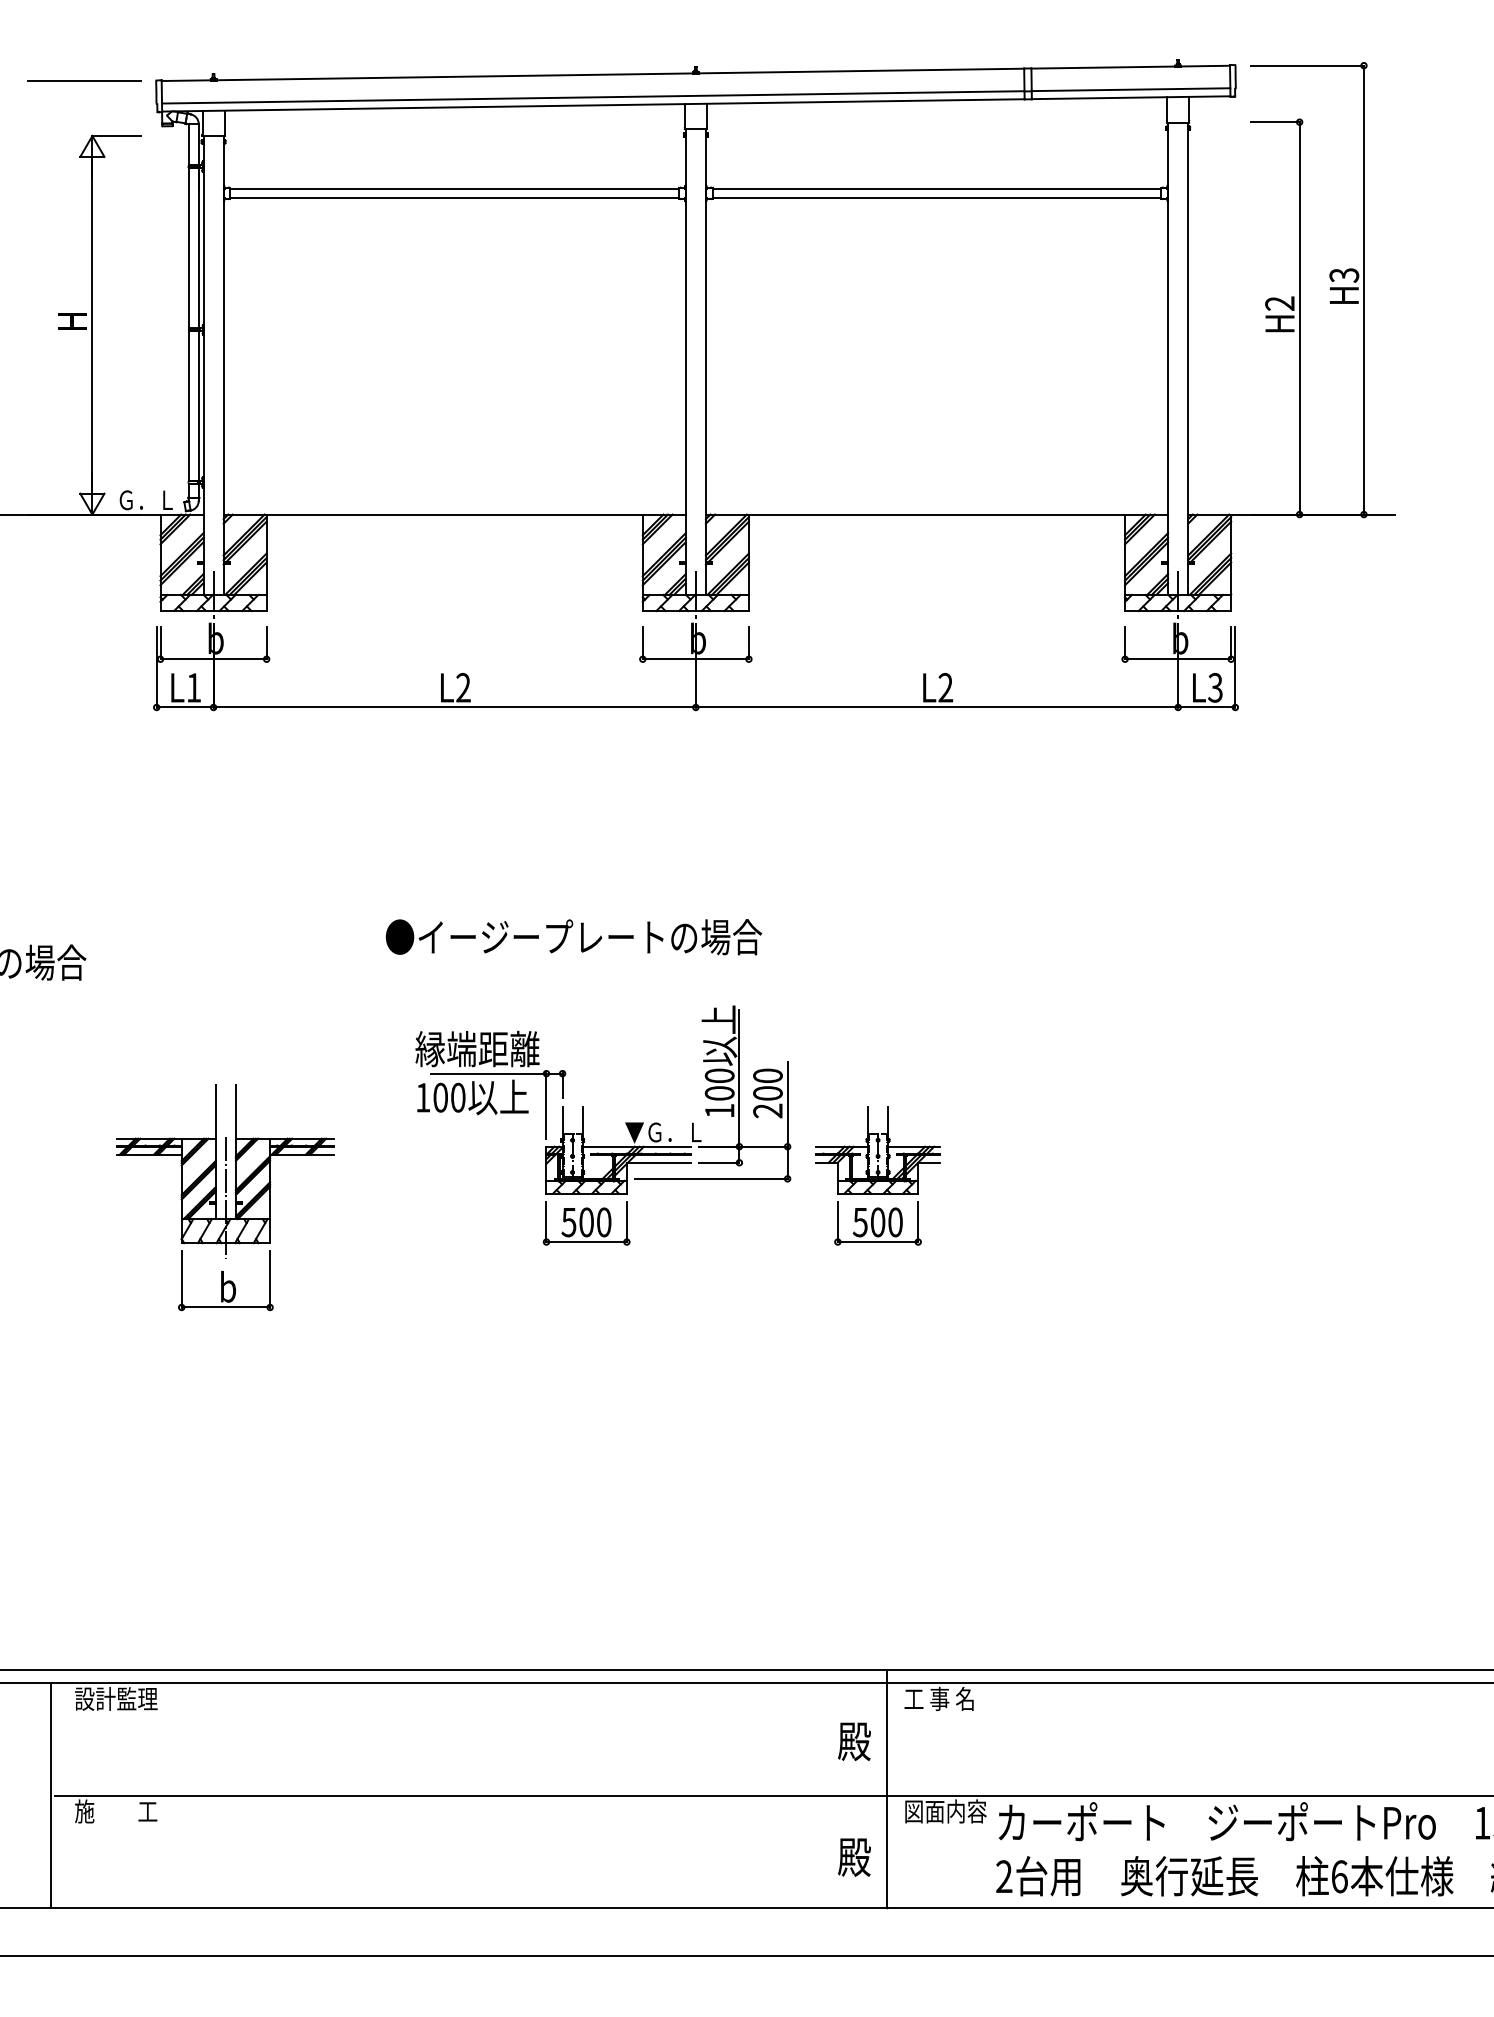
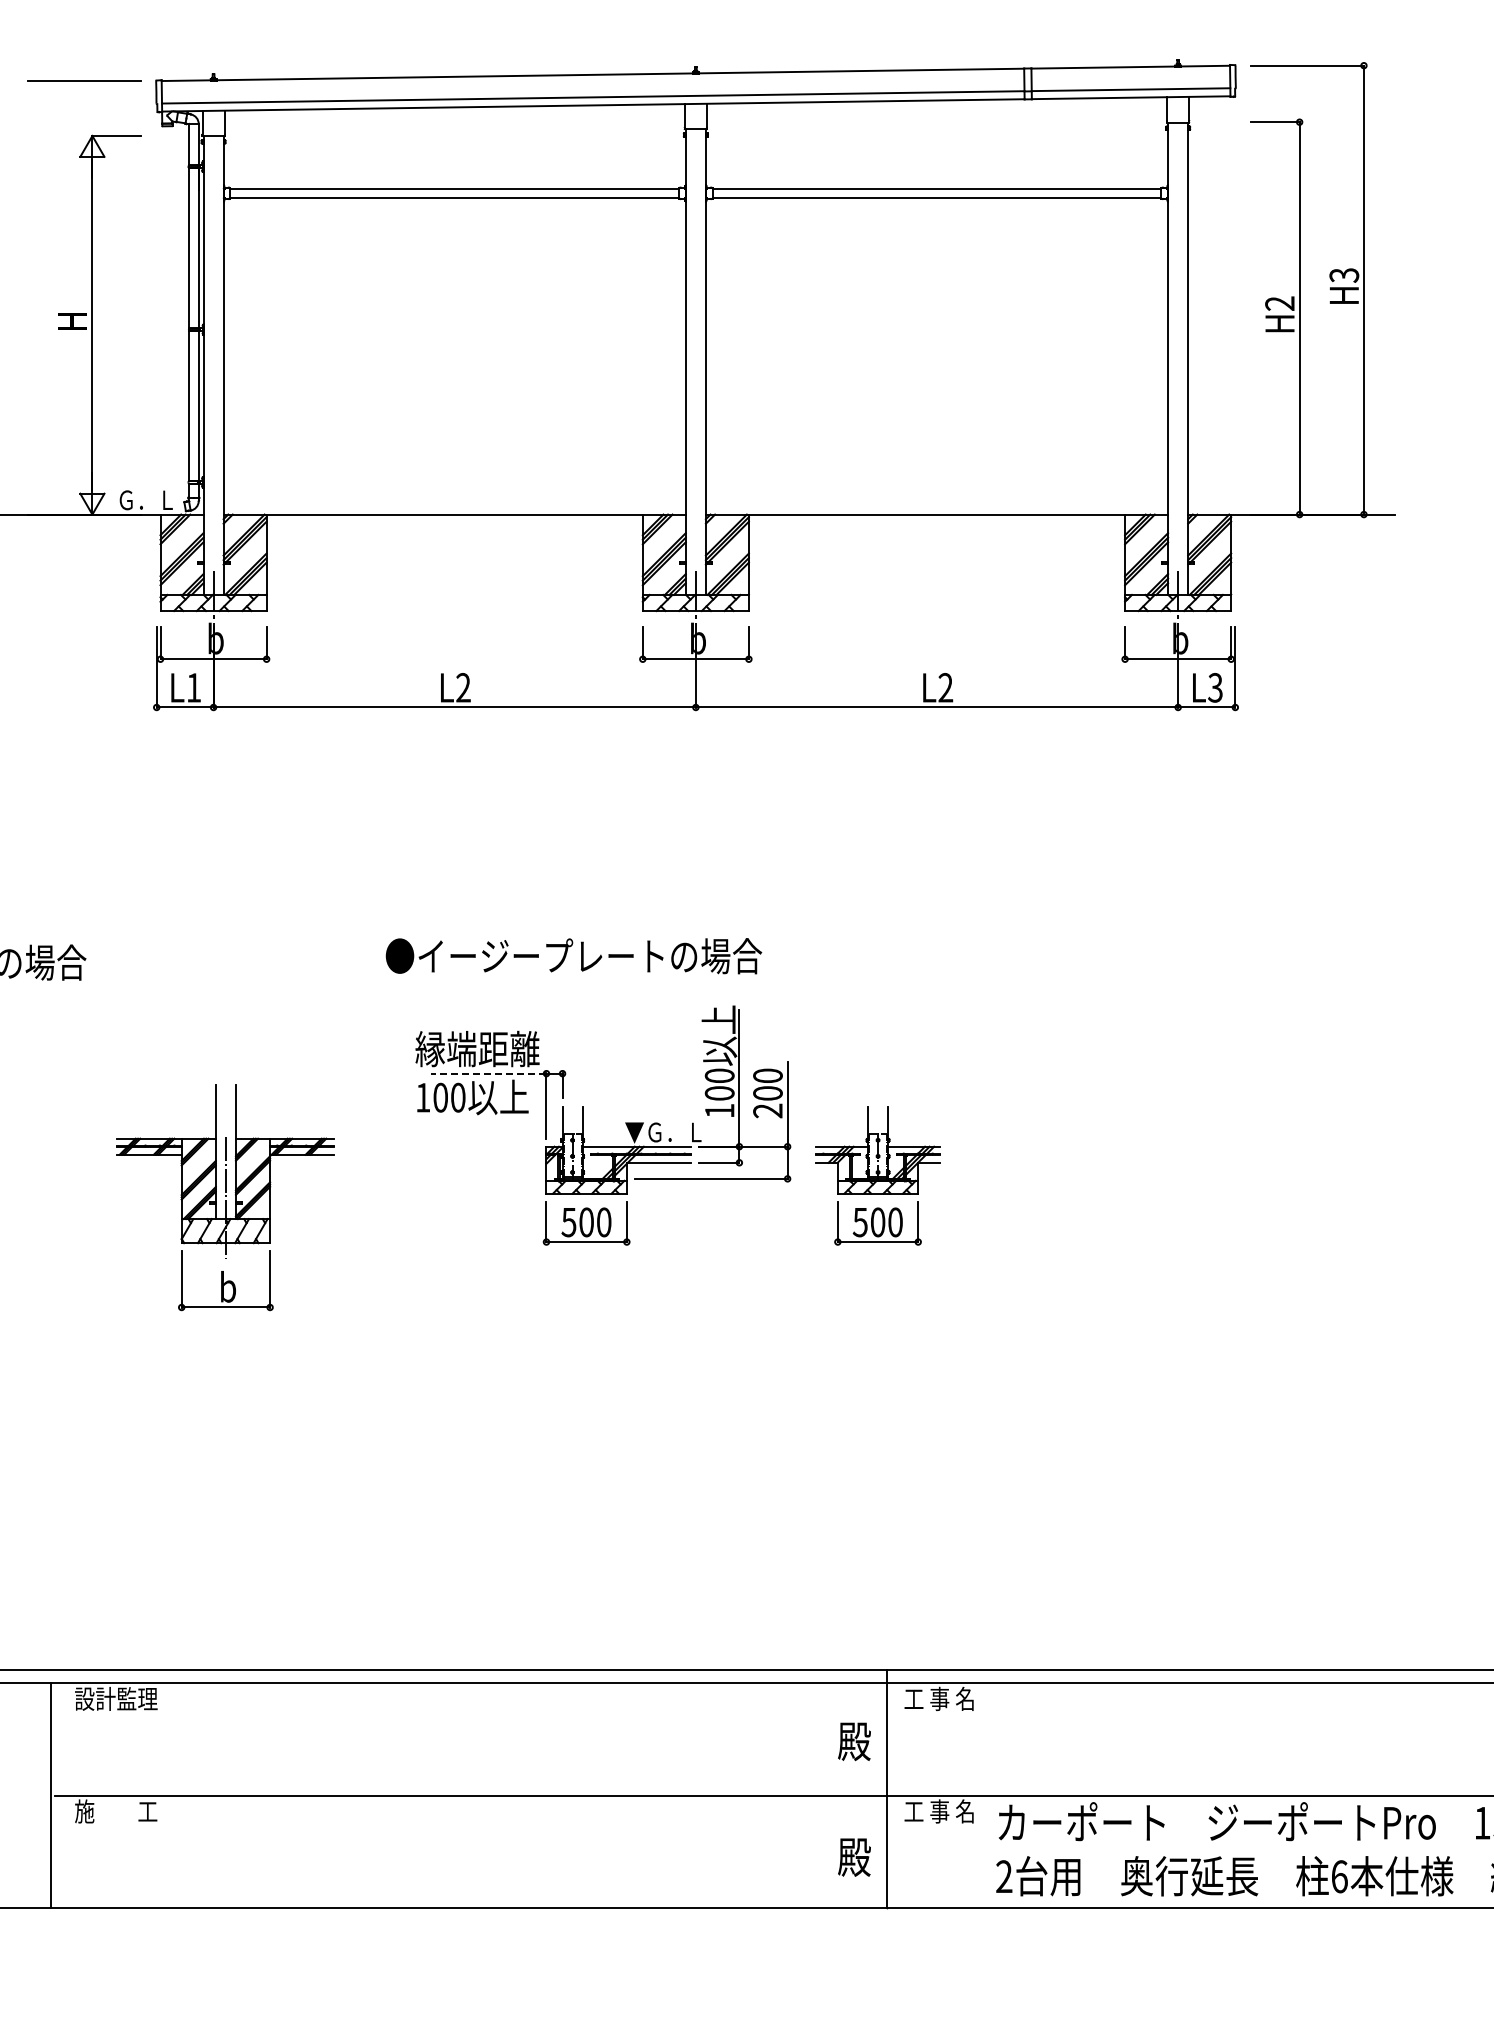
text at (573, 937) position: (573, 937) -> (573, 956)
line at (488, 1073): solid -> dashed
text at (945, 1811): 図面内容 -> 工 事 名
line at (746, 1956): present -> none
